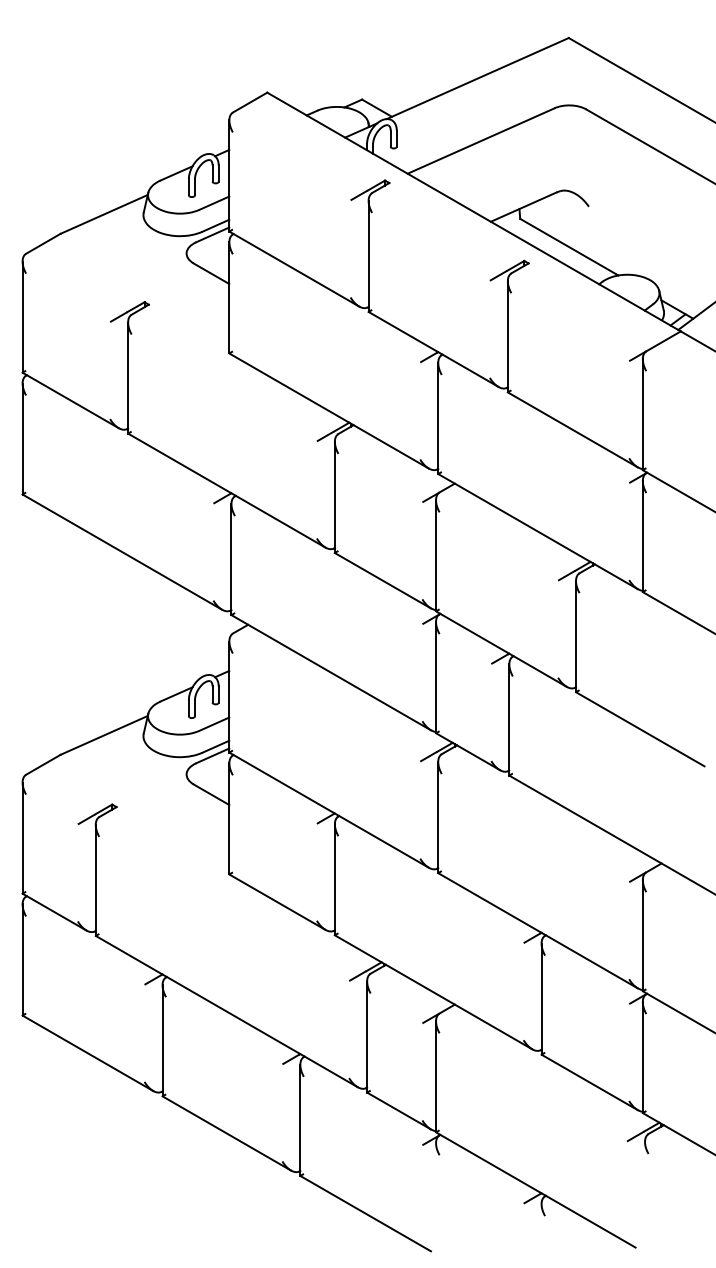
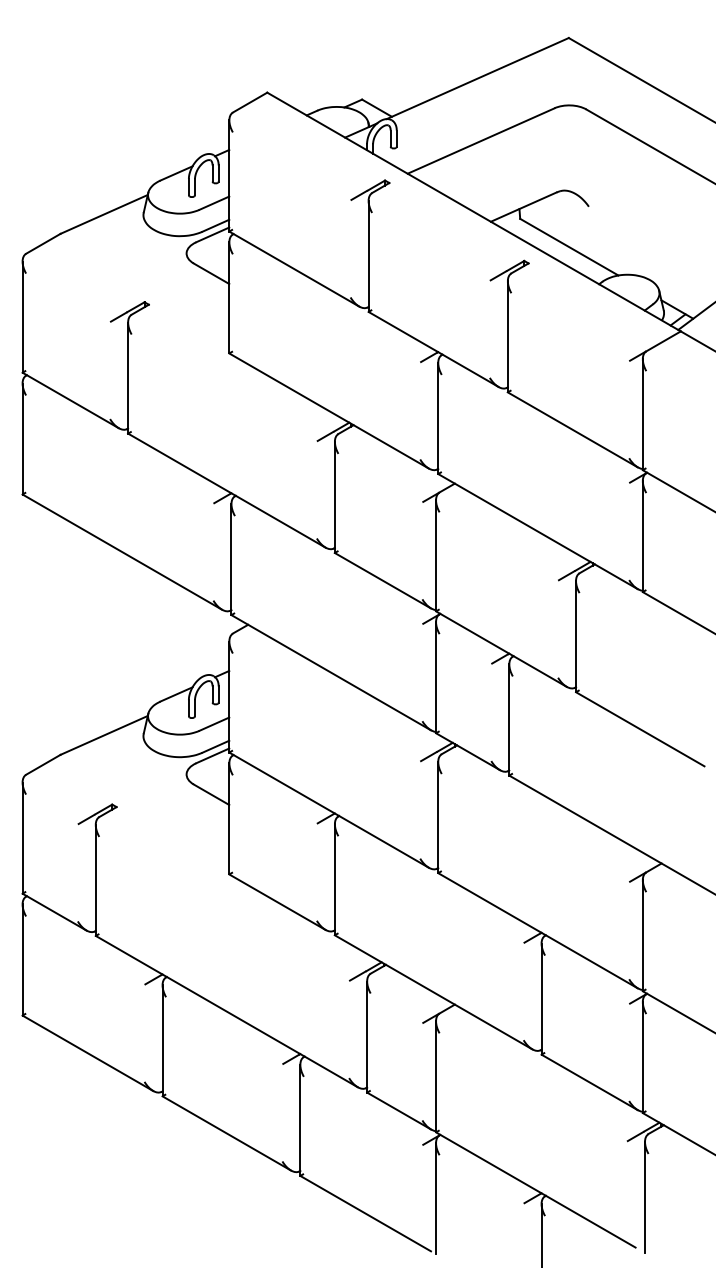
line at (644, 1196): none -> present
line at (436, 1198): none -> present
line at (541, 1234): none -> present
